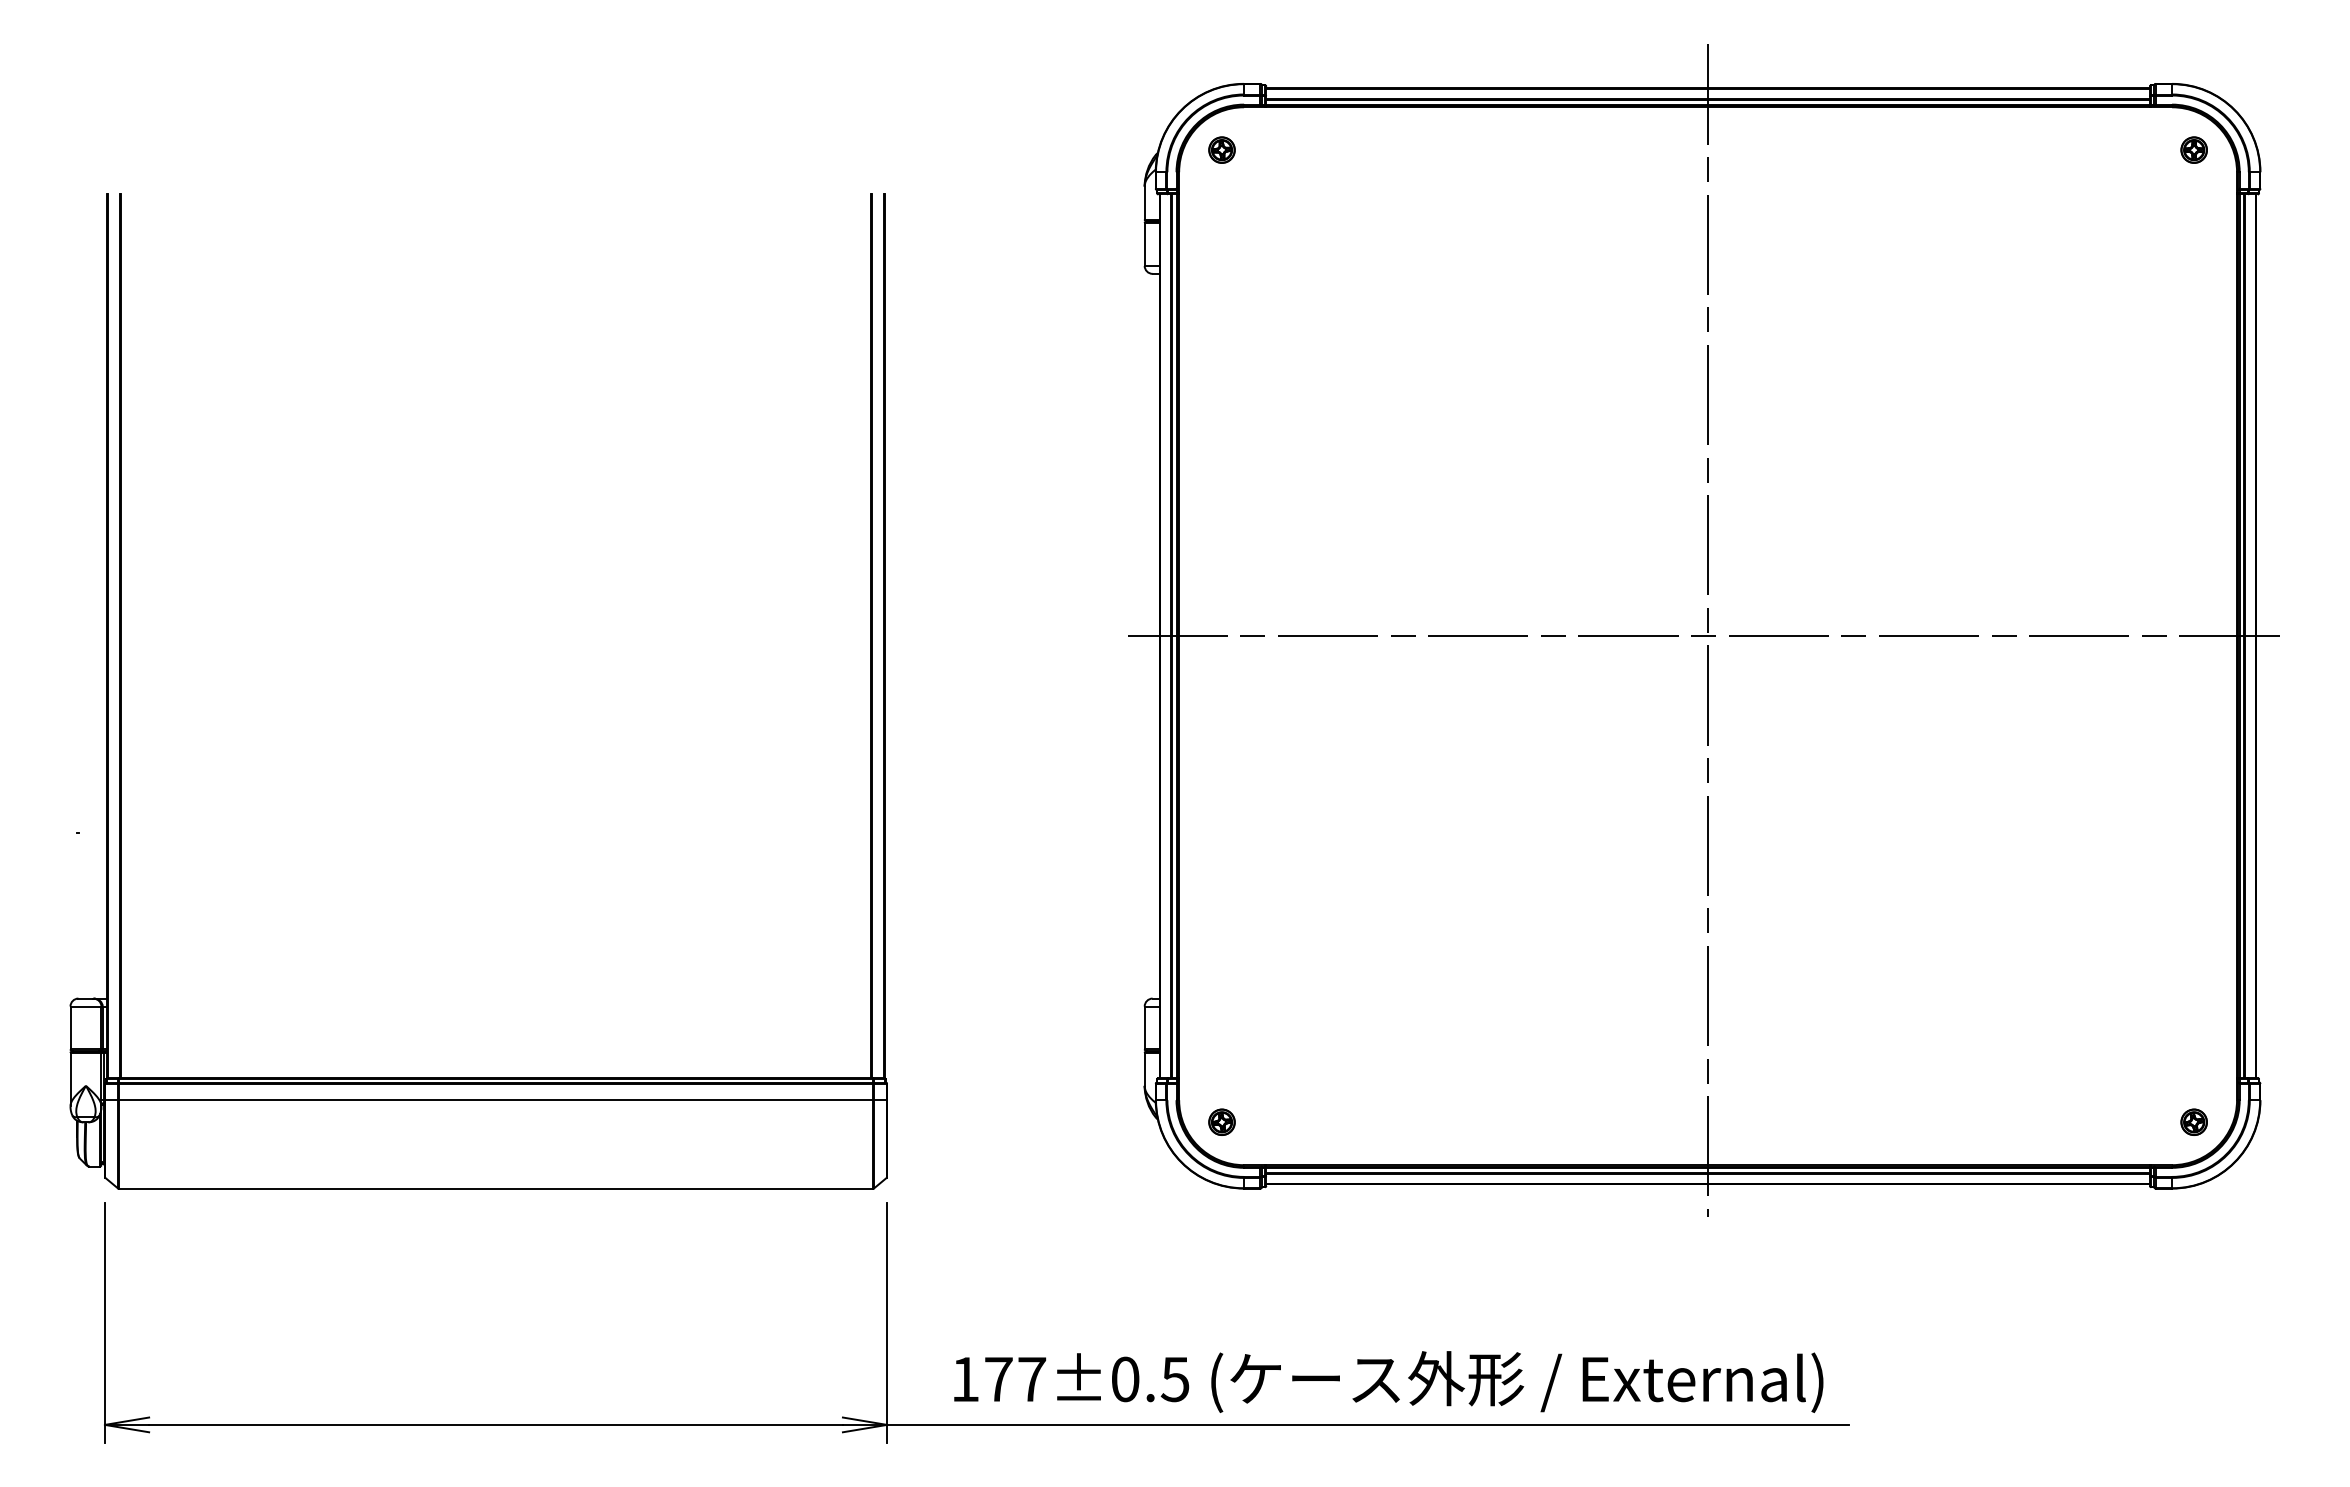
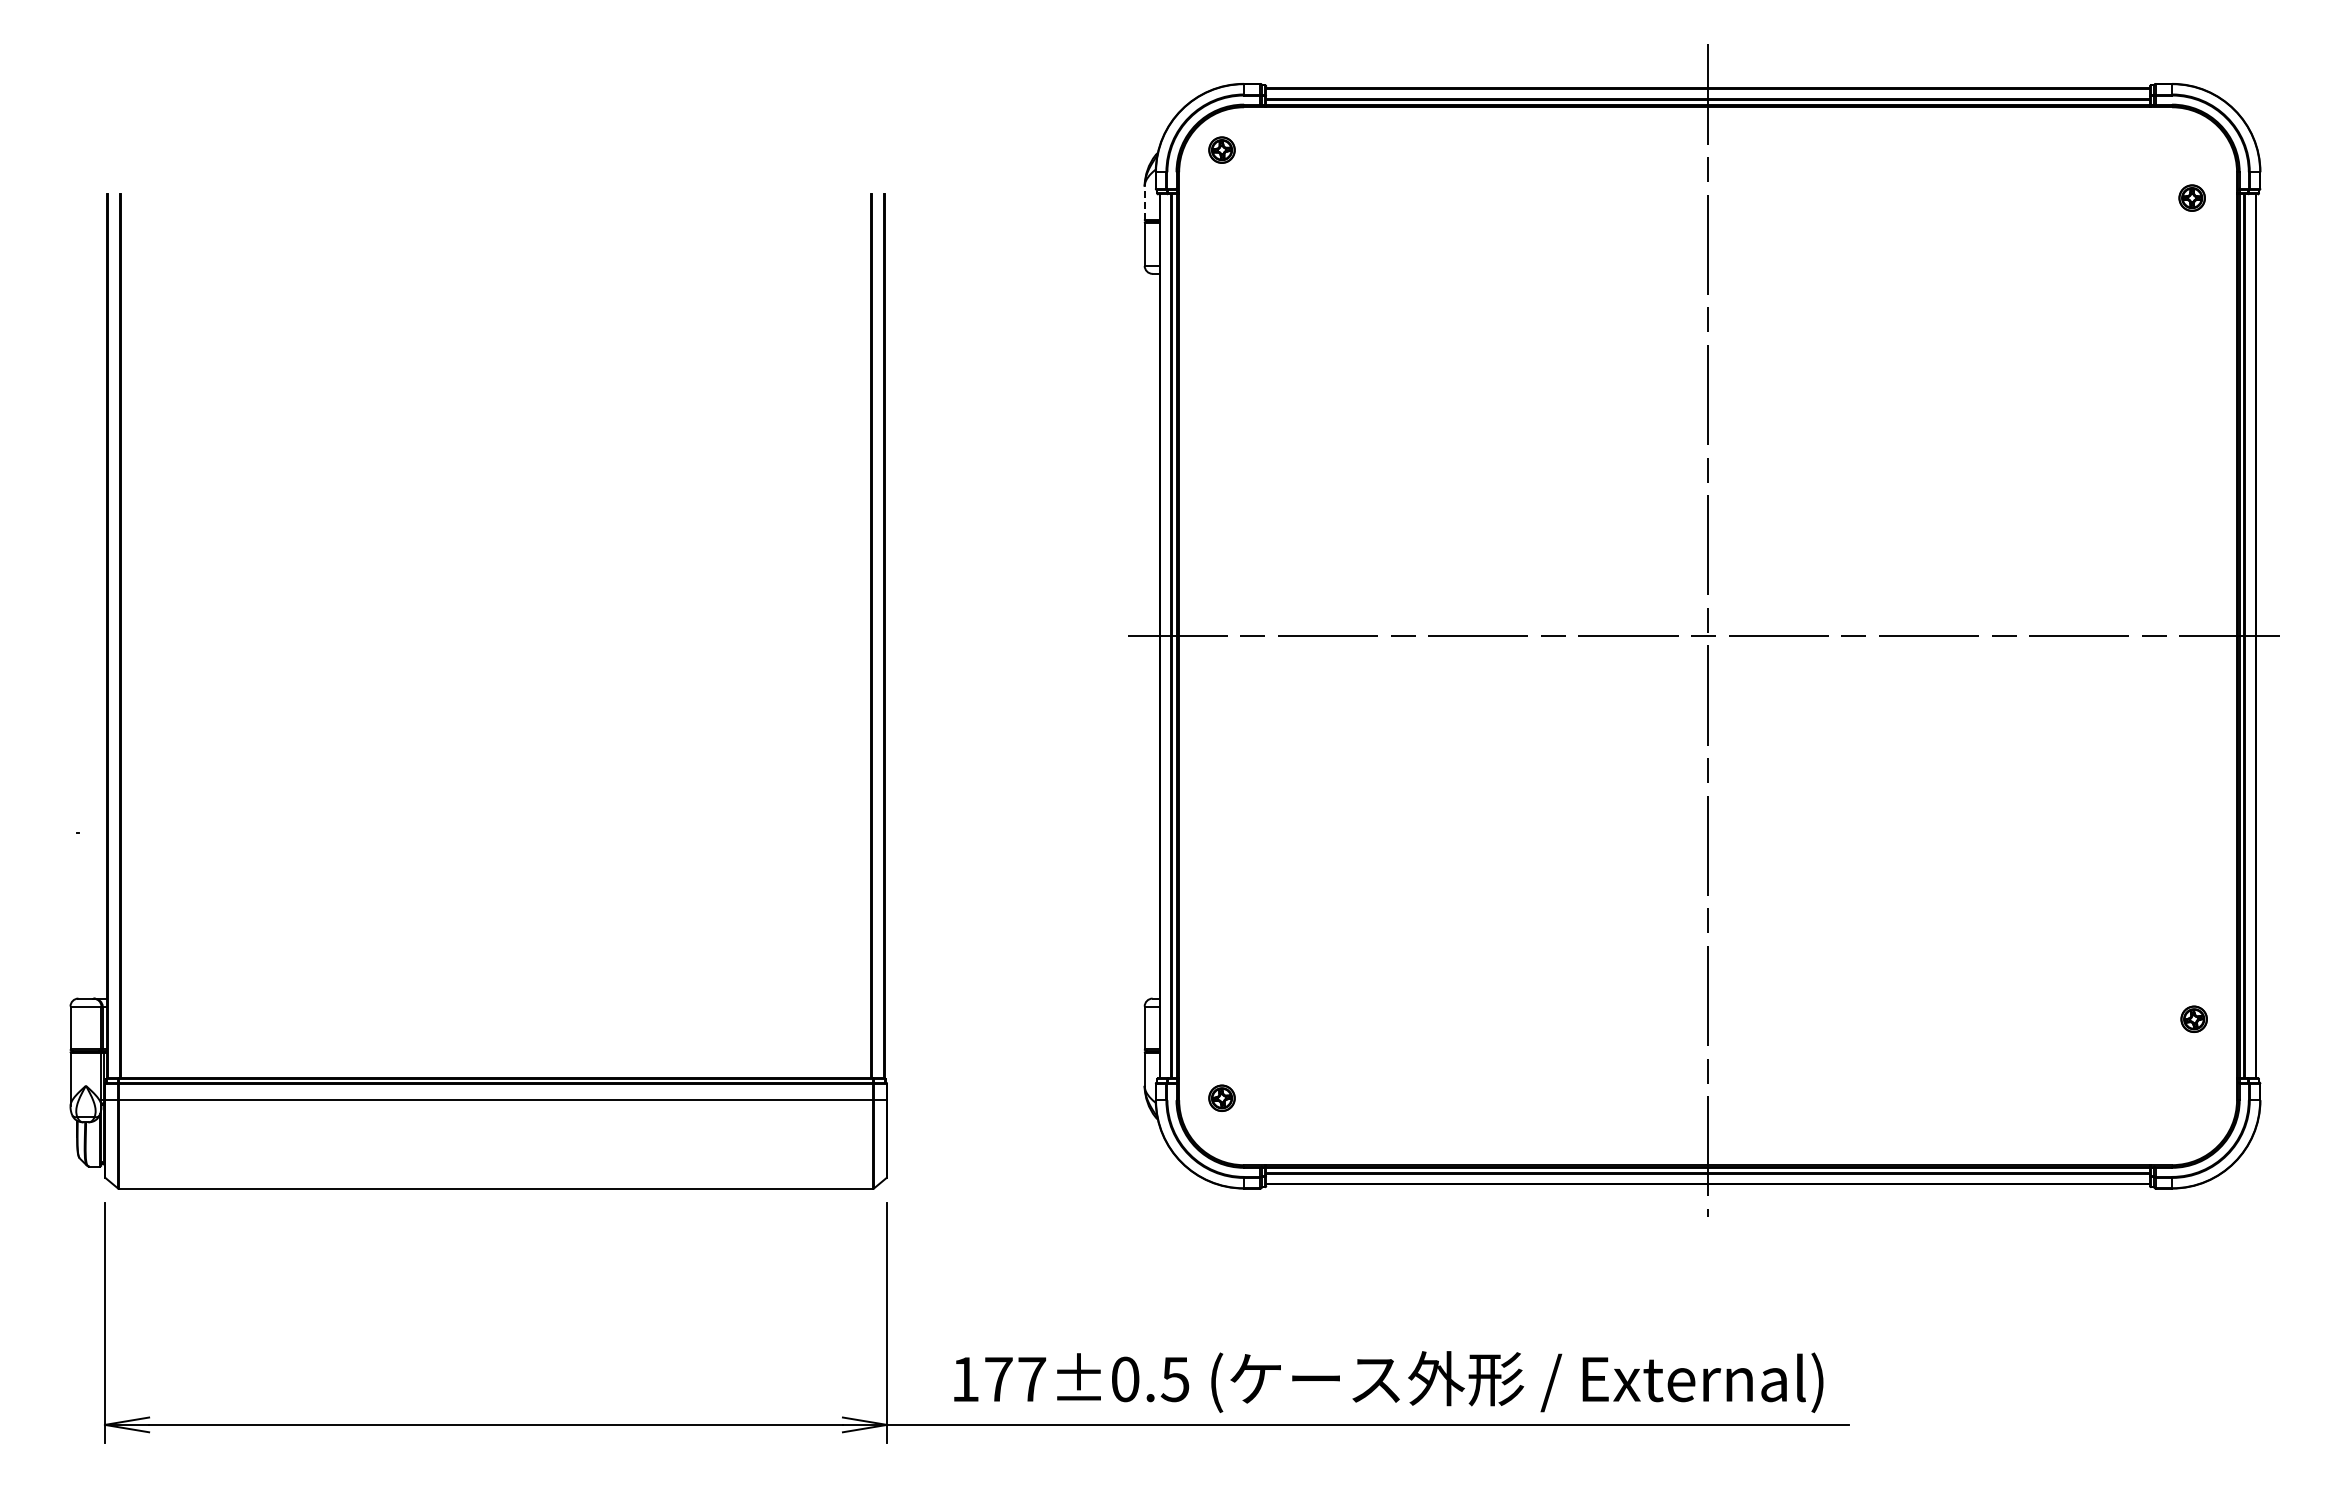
part at (2193, 149) position: (2193, 149) -> (2191, 197)
line at (1144, 202): solid -> dashed
part at (1221, 1121) position: (1221, 1121) -> (1221, 1097)
part at (2193, 1121) position: (2193, 1121) -> (2193, 1018)
